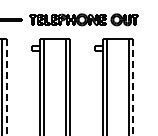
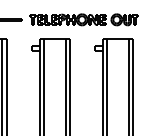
line at (6, 87): dashed -> solid
line at (133, 87): dashed -> solid
